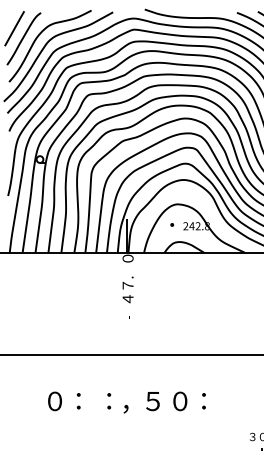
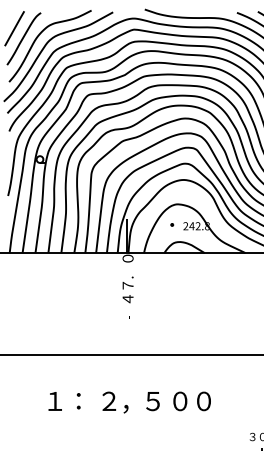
text at (109, 400): ： -> ２
text at (54, 401): ０ -> １
text at (203, 401): ： -> ０
